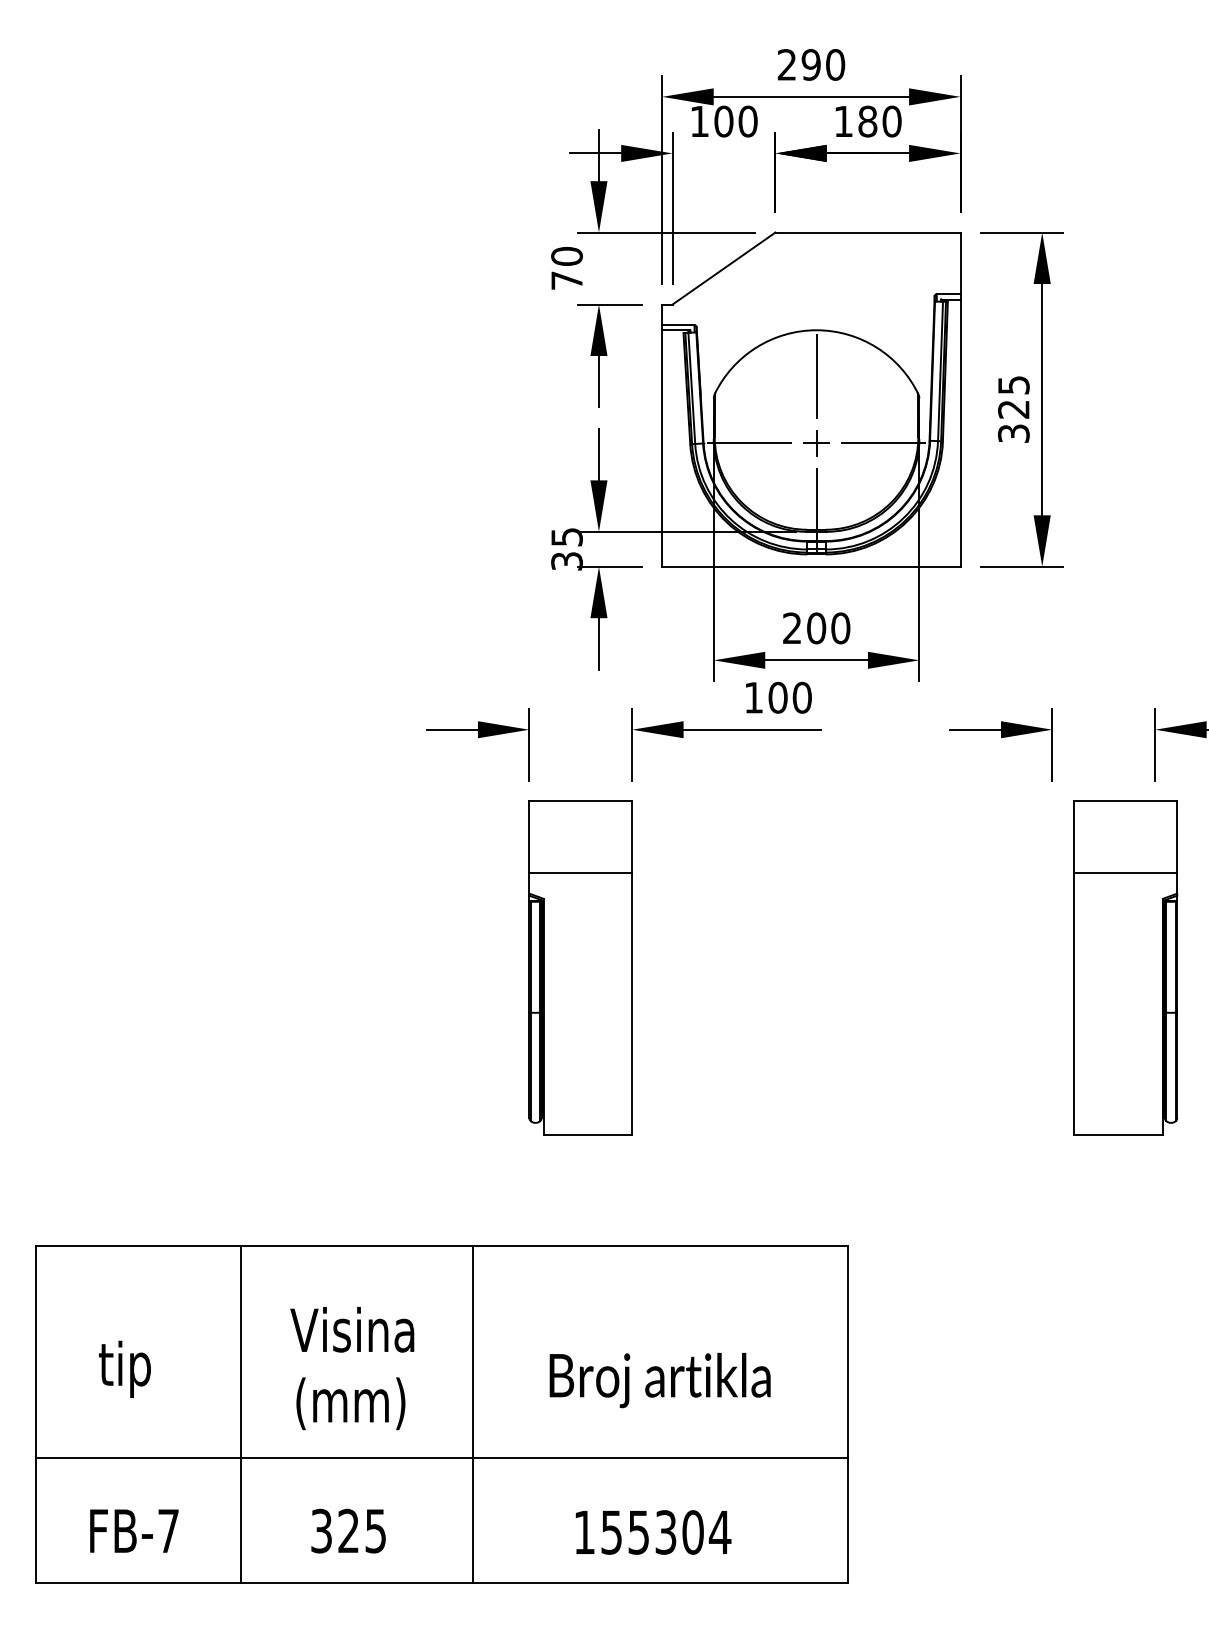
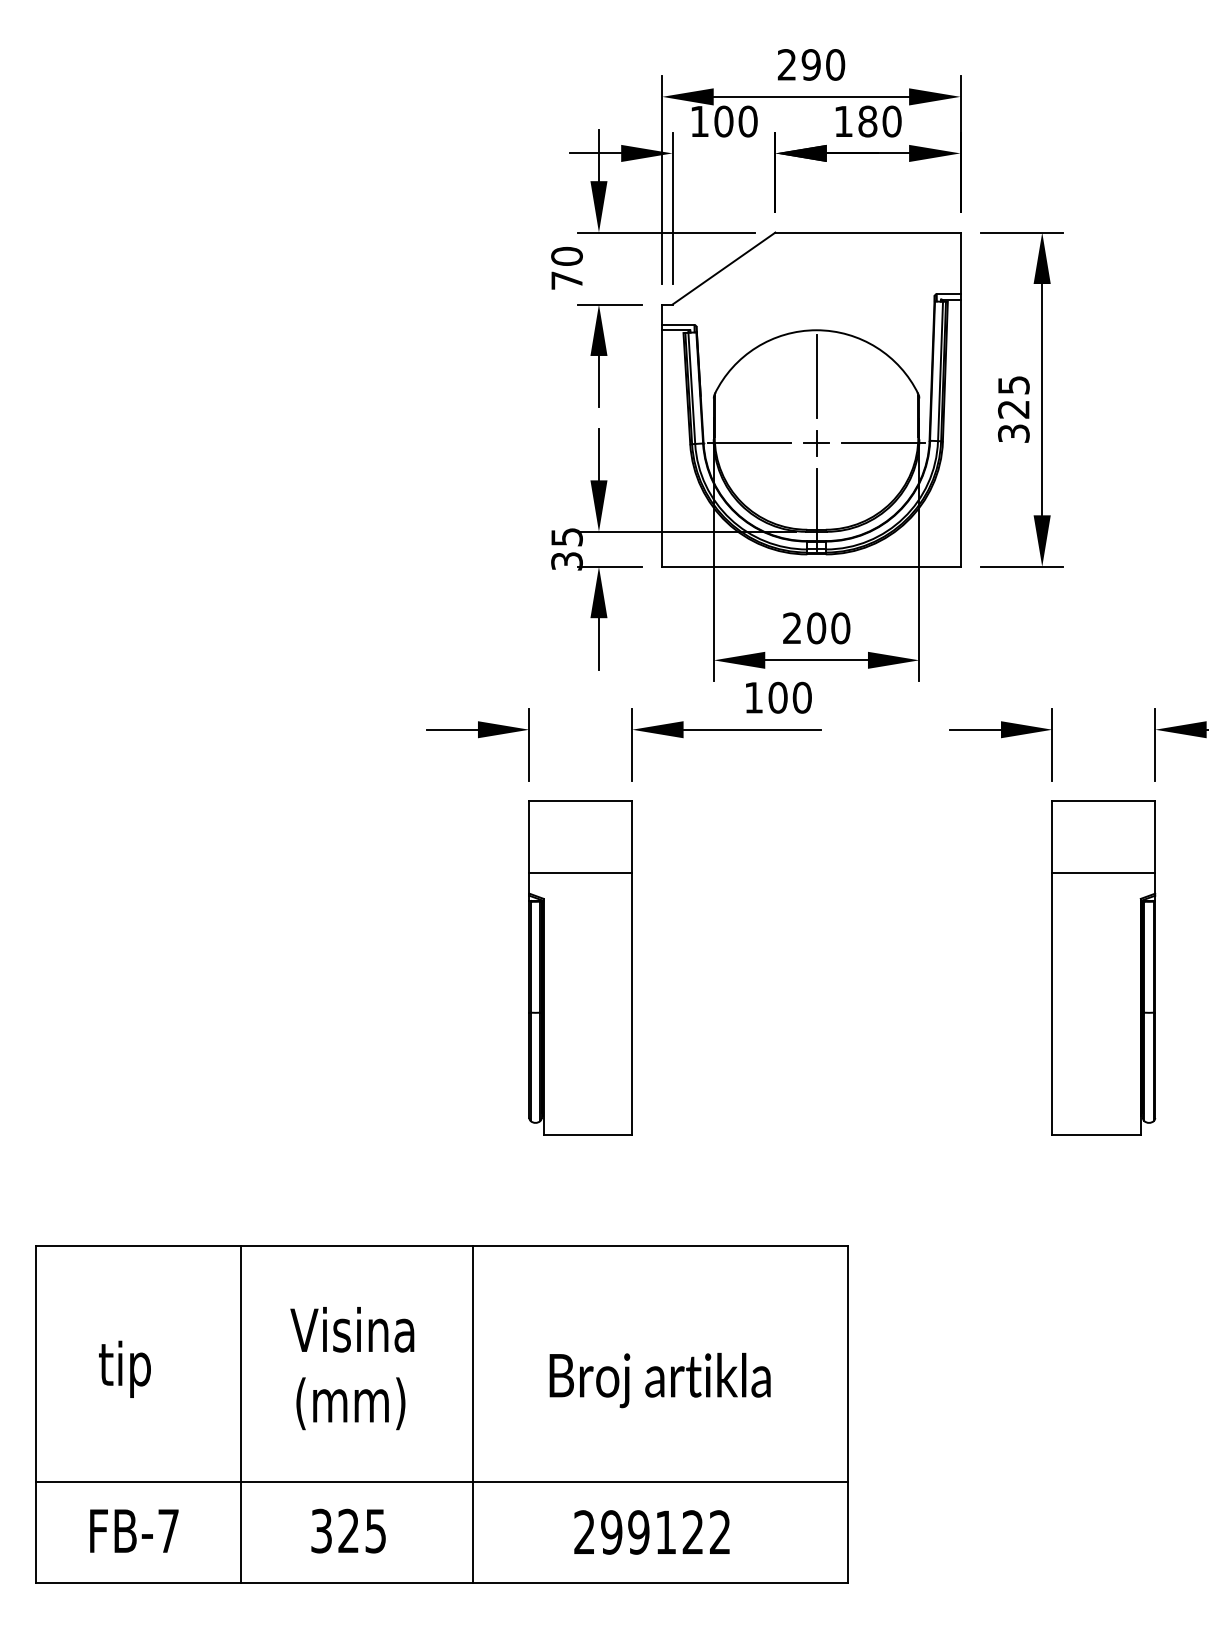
part at (1125, 967) position: (1125, 967) -> (1103, 967)
line at (441, 1457) position: (441, 1457) -> (441, 1481)
text at (652, 1532): 155304 -> 299122
